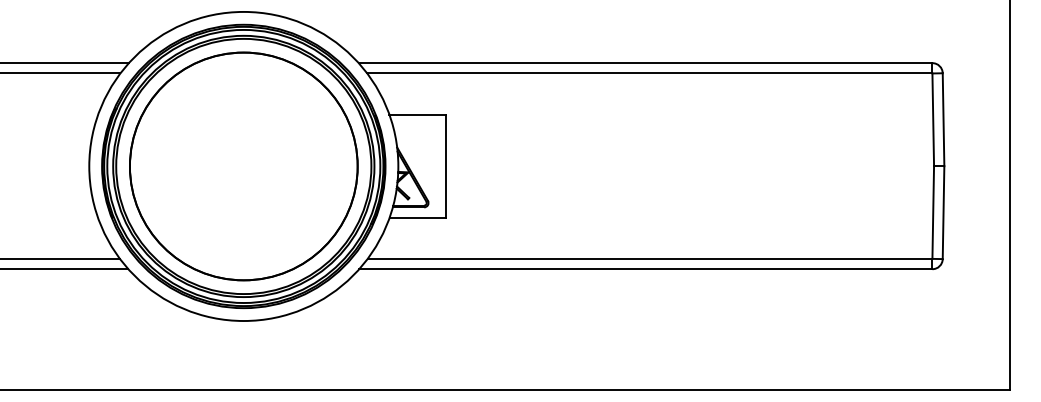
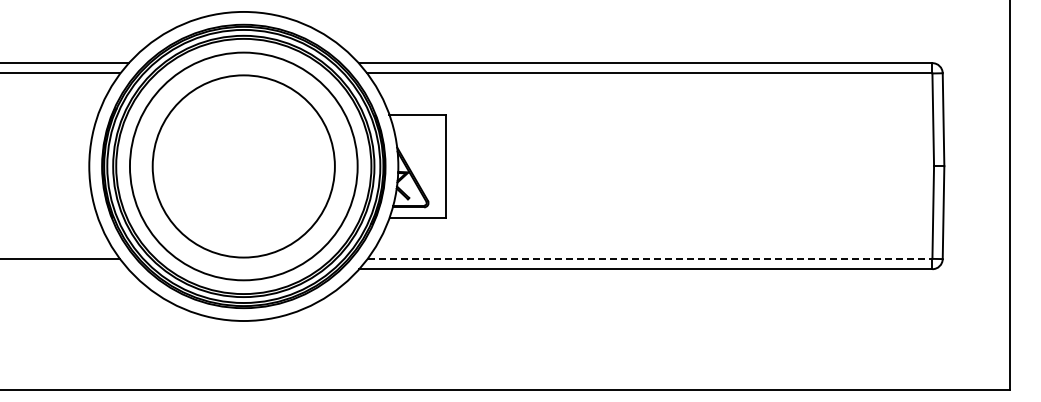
circle at (243, 166) diameter: 228 px -> 182 px
line at (650, 258): solid -> dashed
line at (65, 269): present -> none
